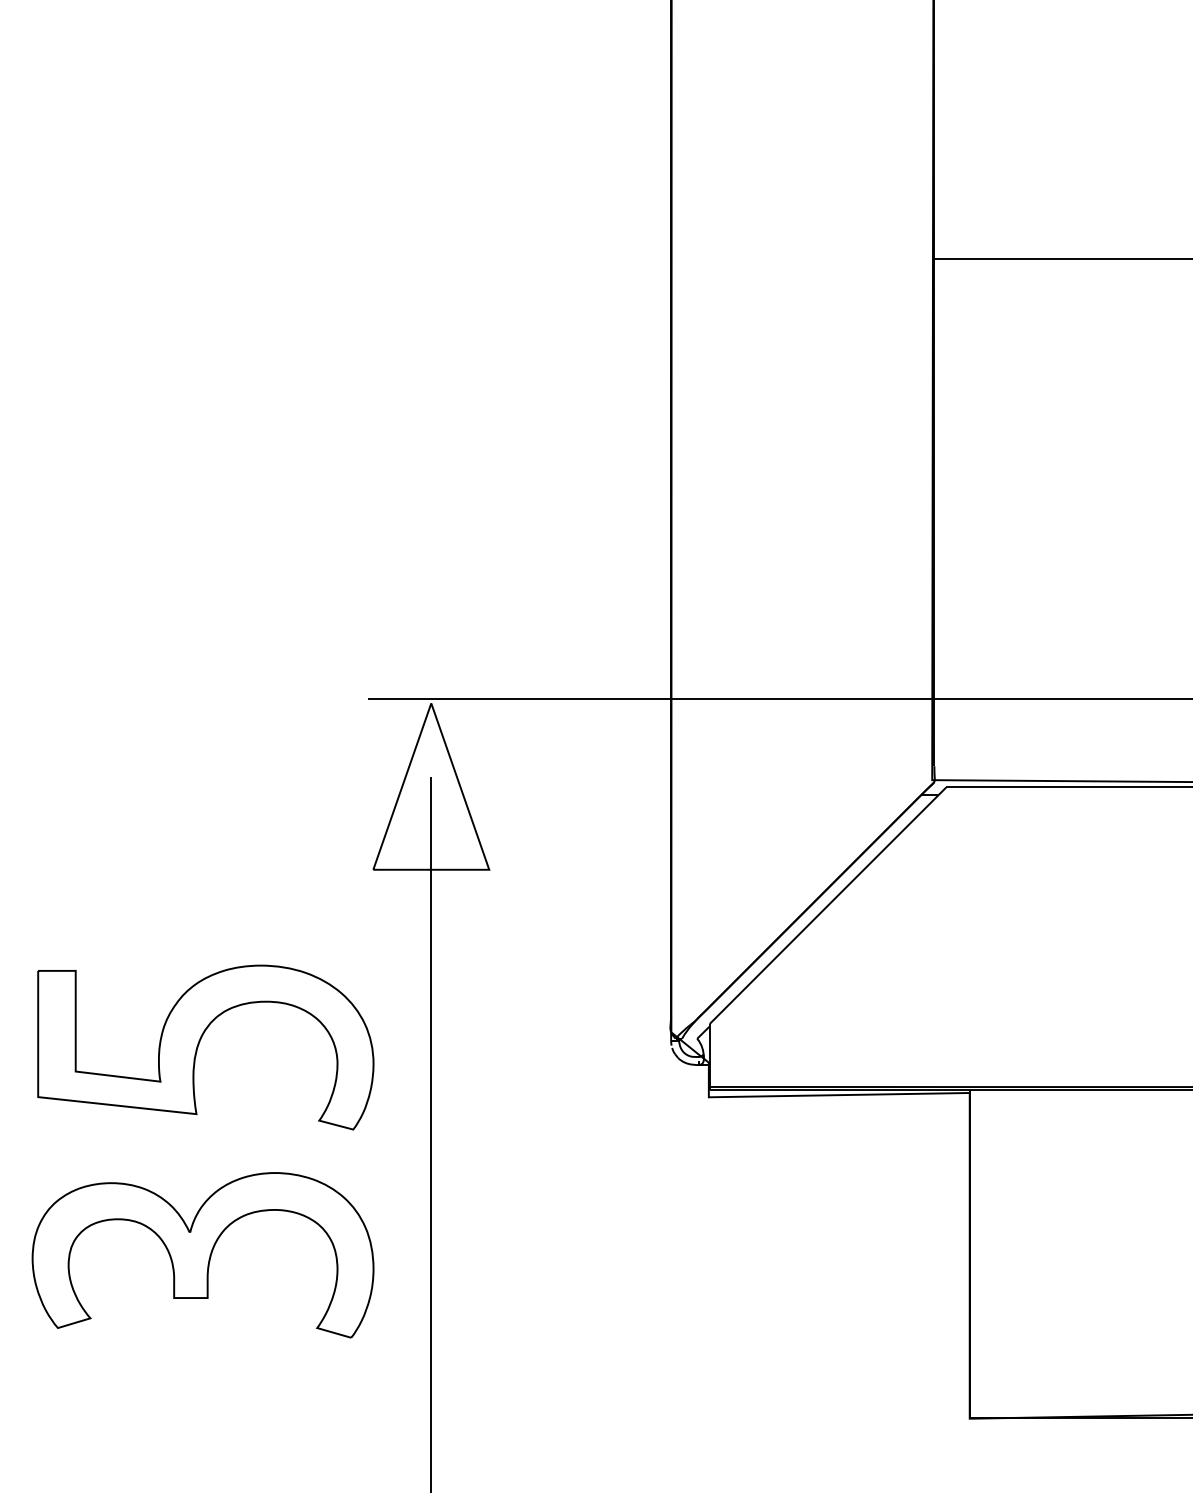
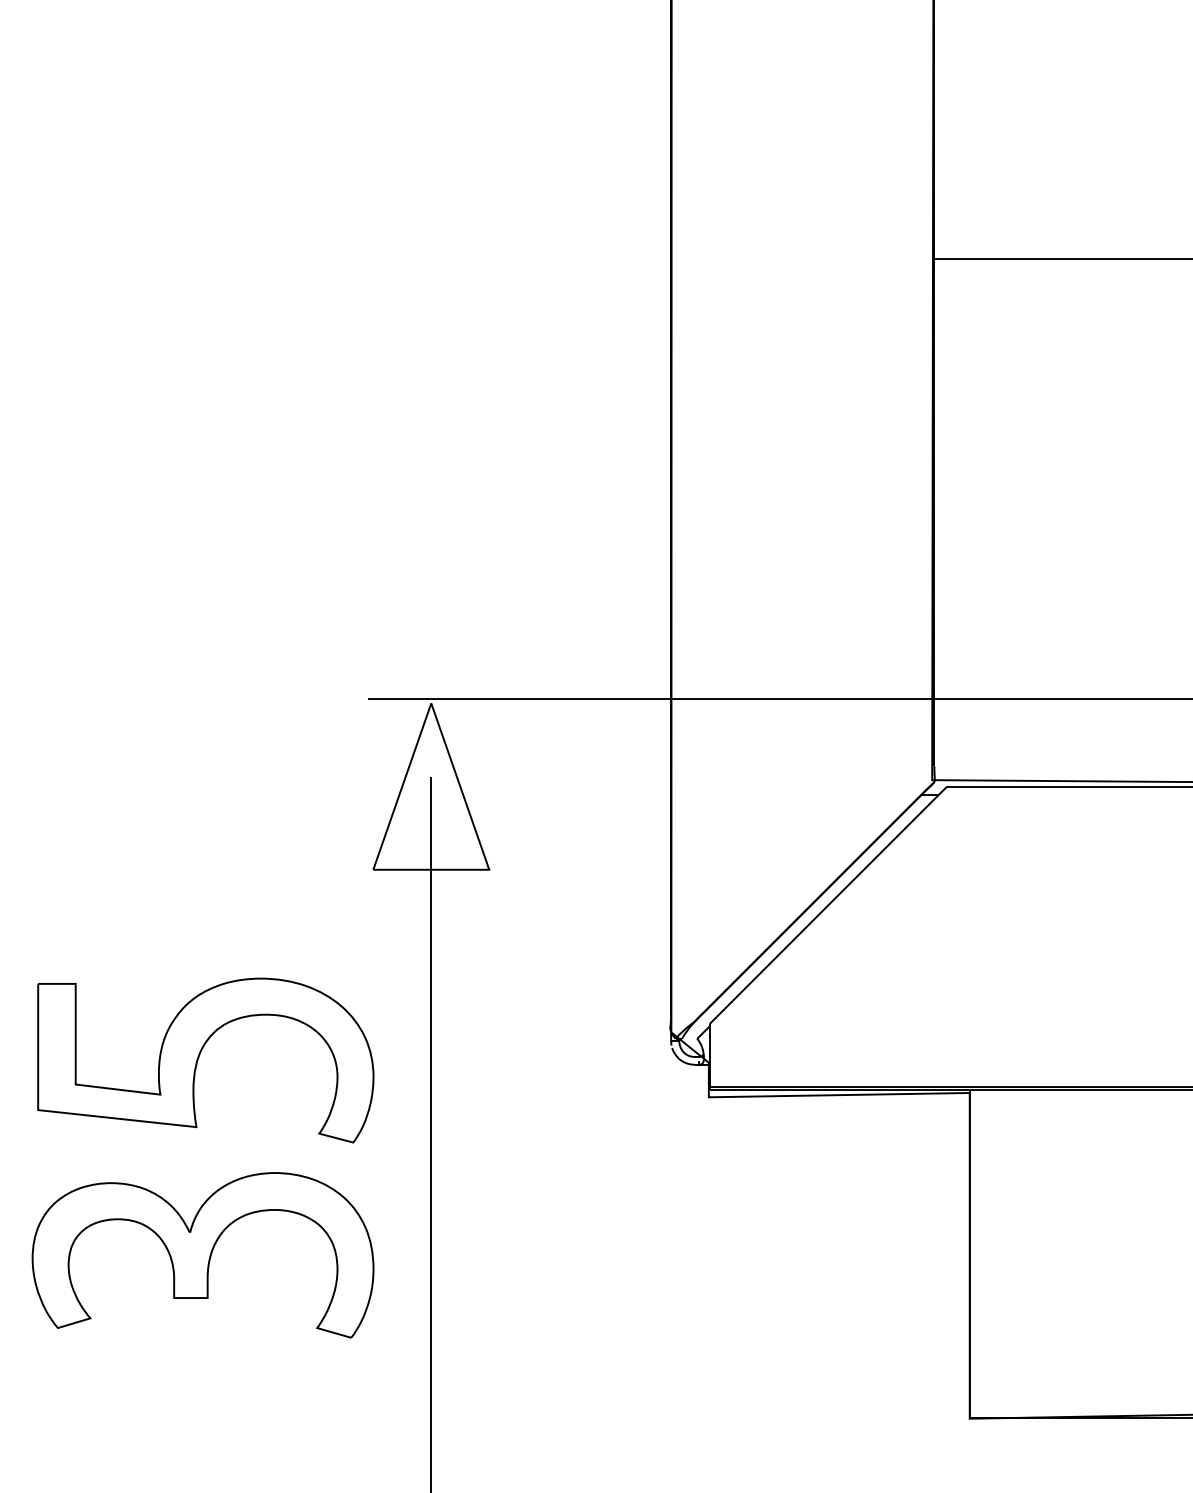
part at (199, 1044) position: (199, 1044) -> (199, 1057)
